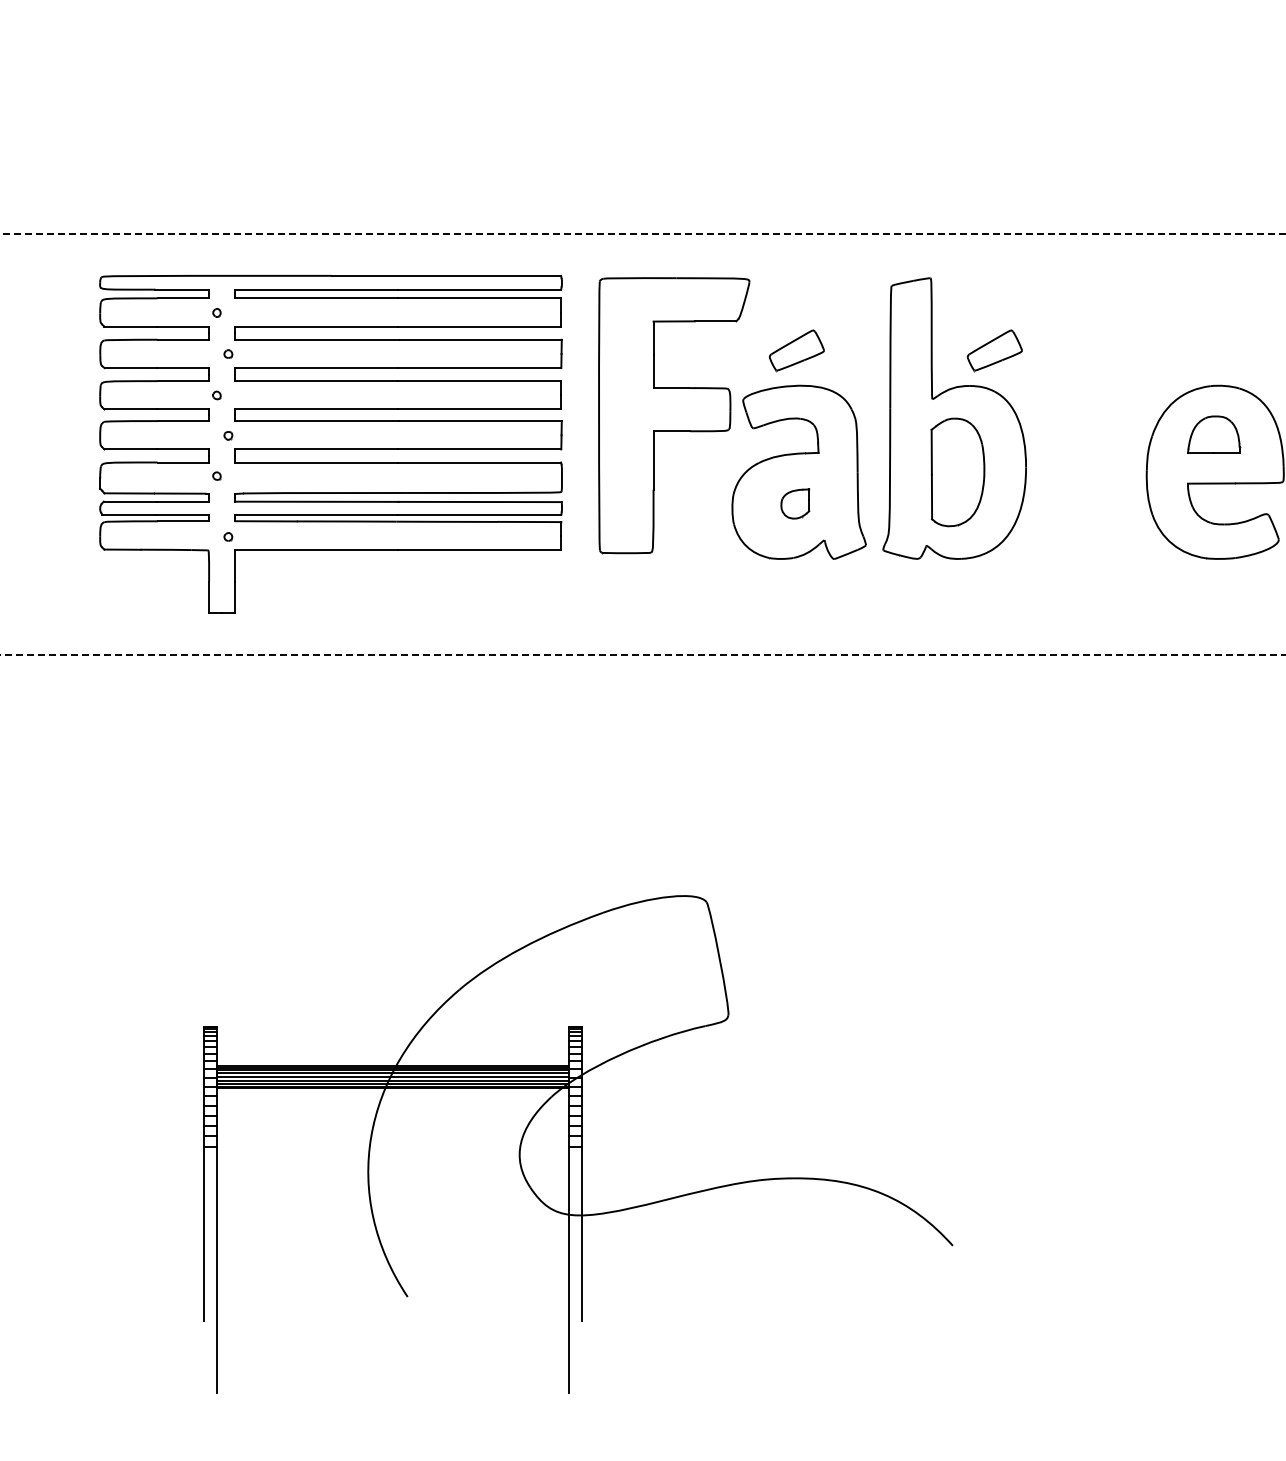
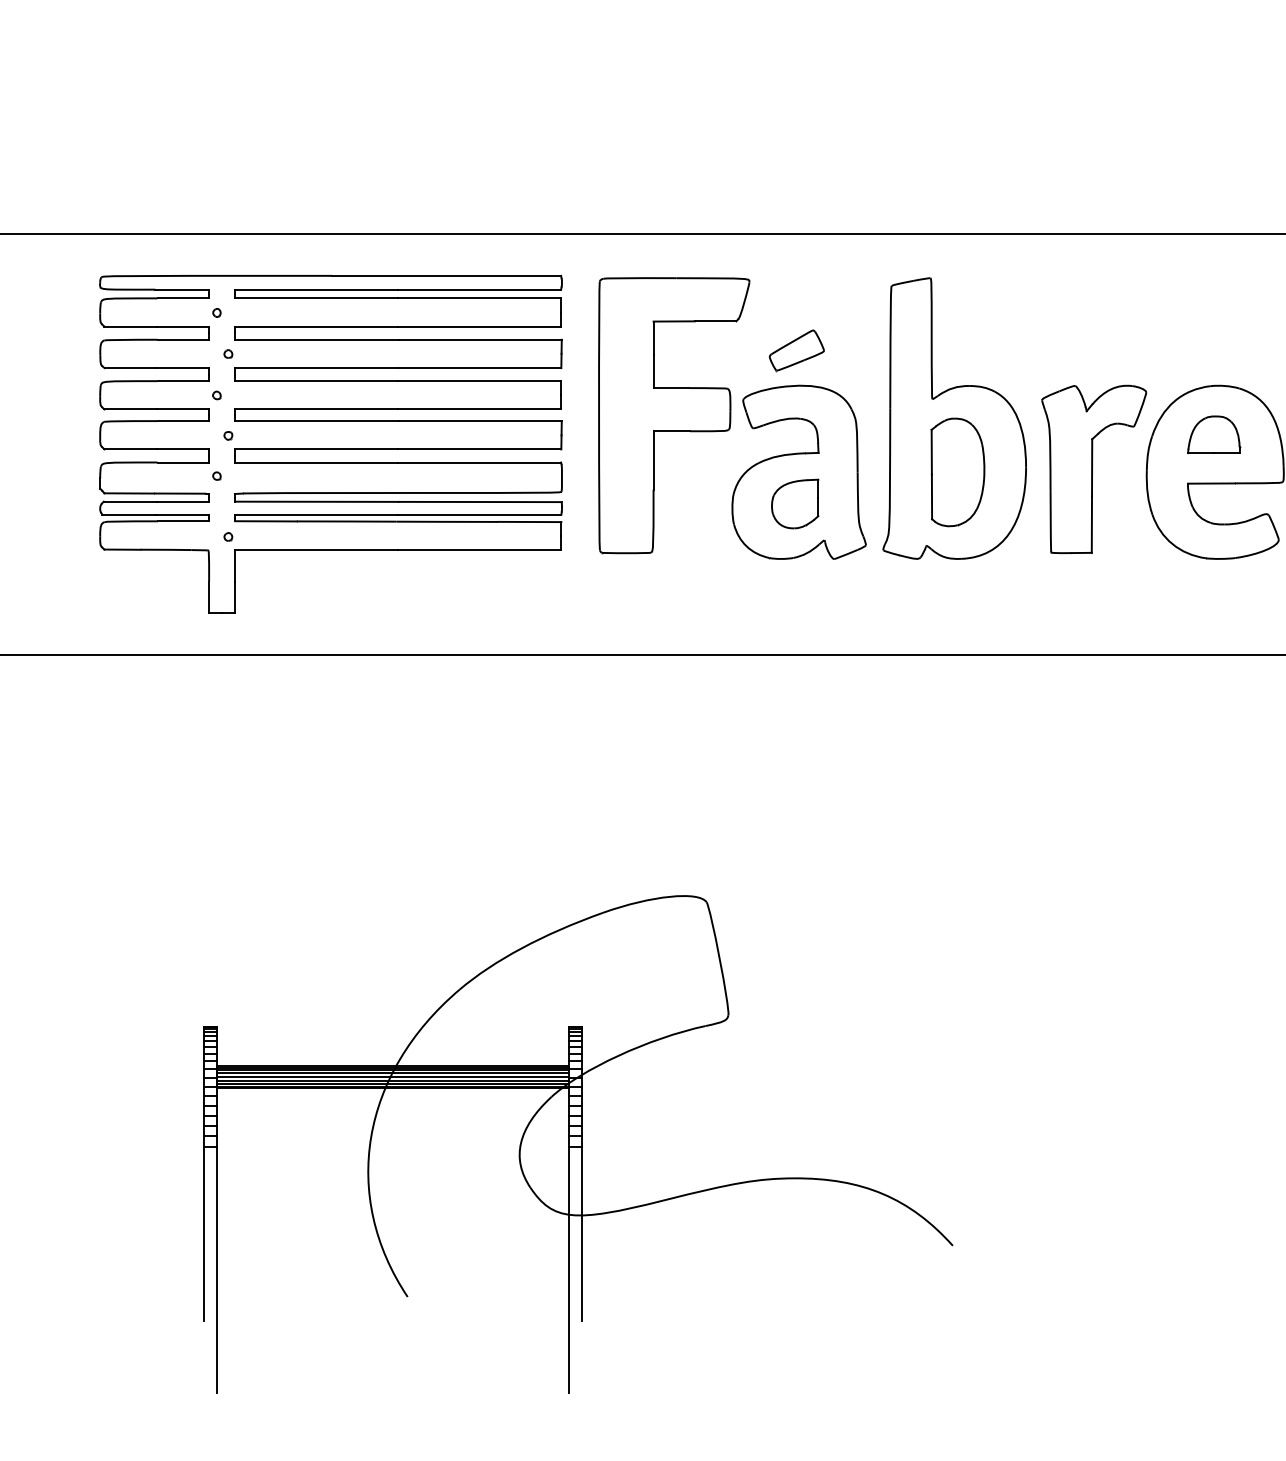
line at (642, 234): dashed -> solid
part at (994, 350): present -> none
part at (1094, 469): none -> present
part at (795, 503) size: 31x32 px -> 49x52 px
line at (642, 654): dashed -> solid
